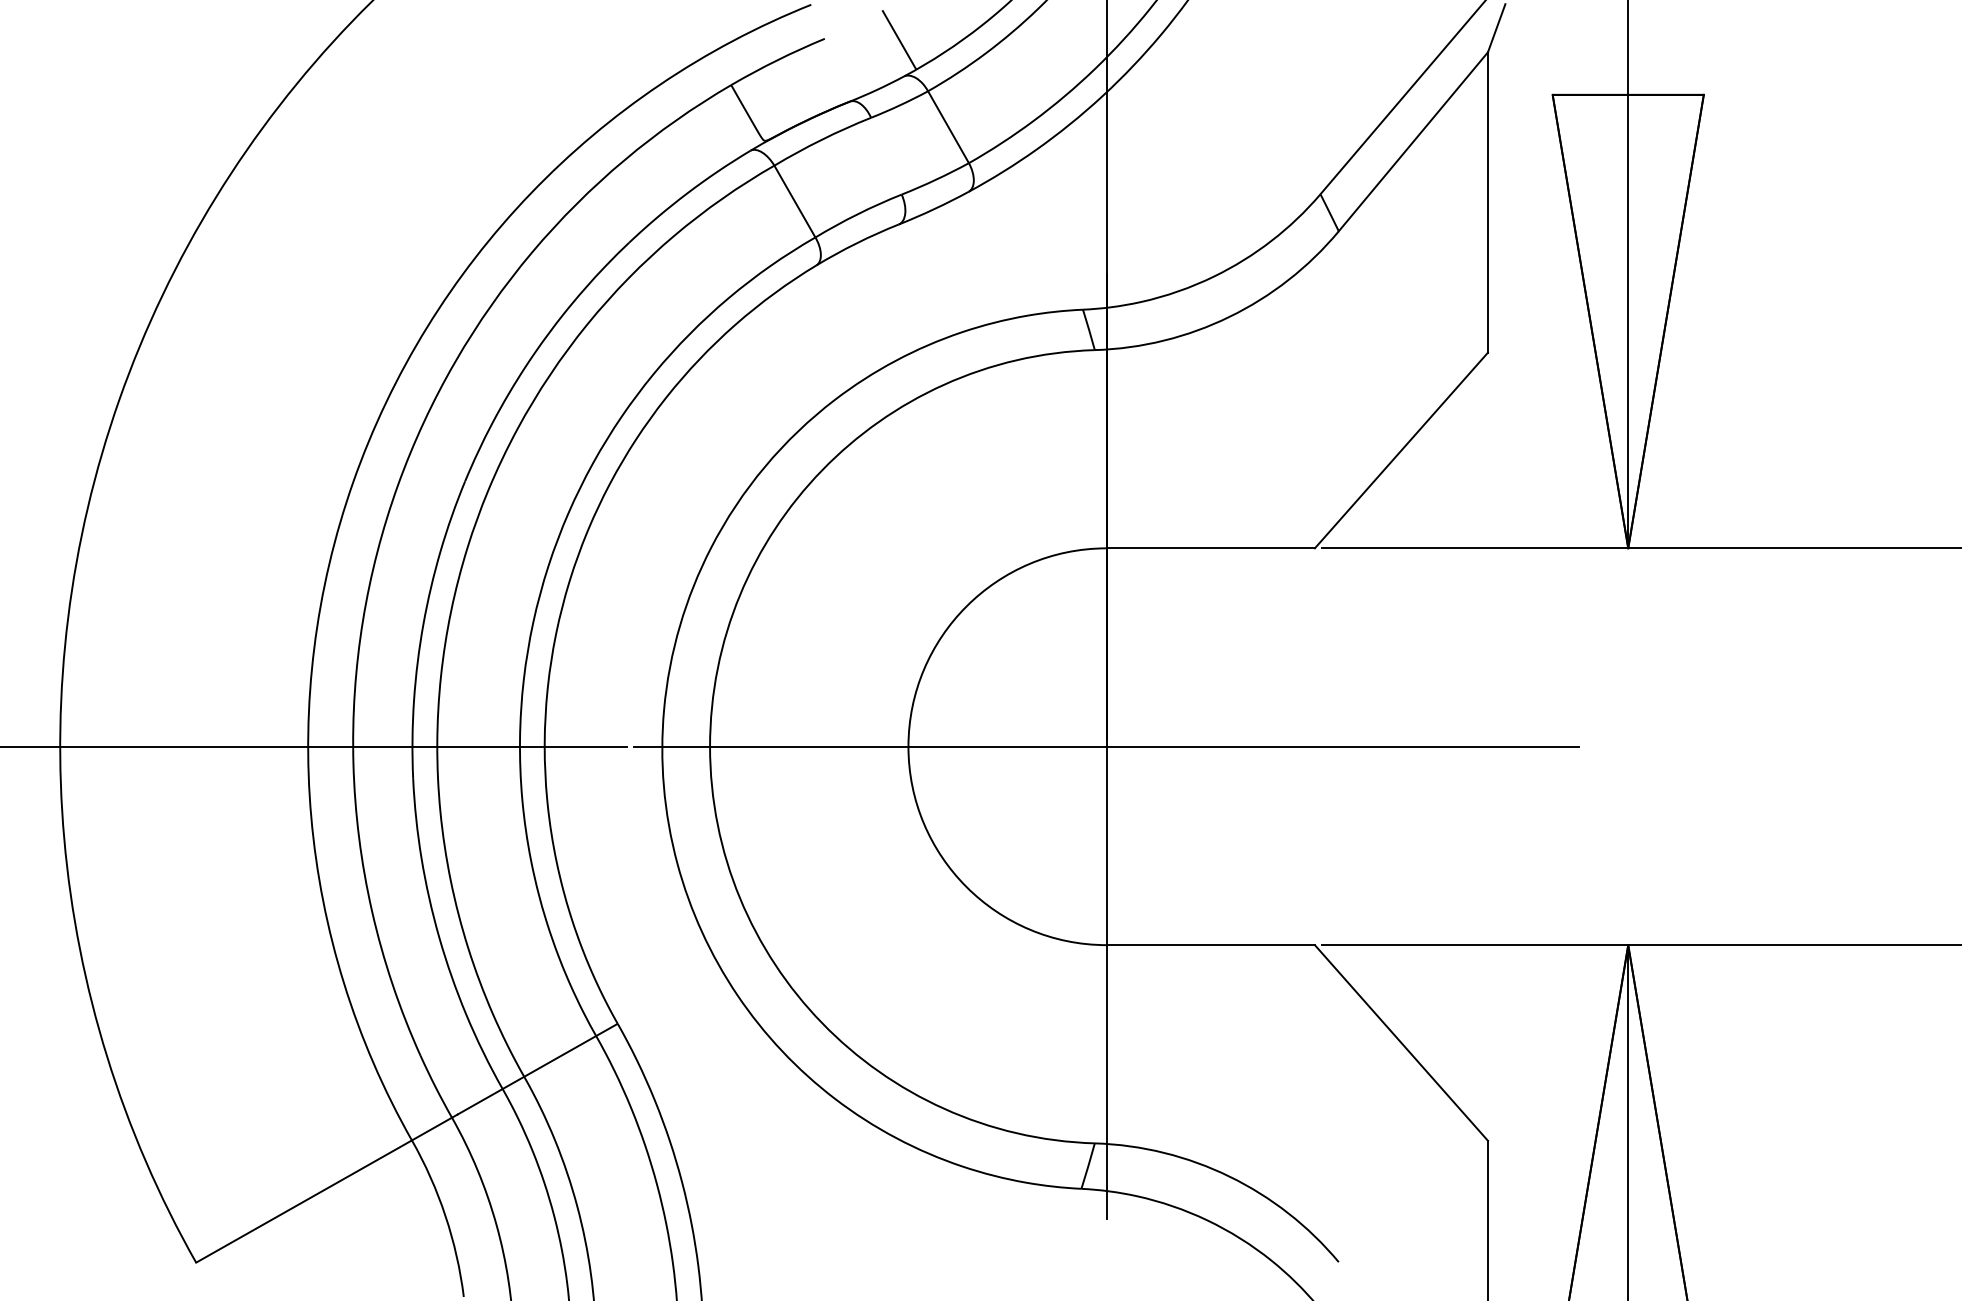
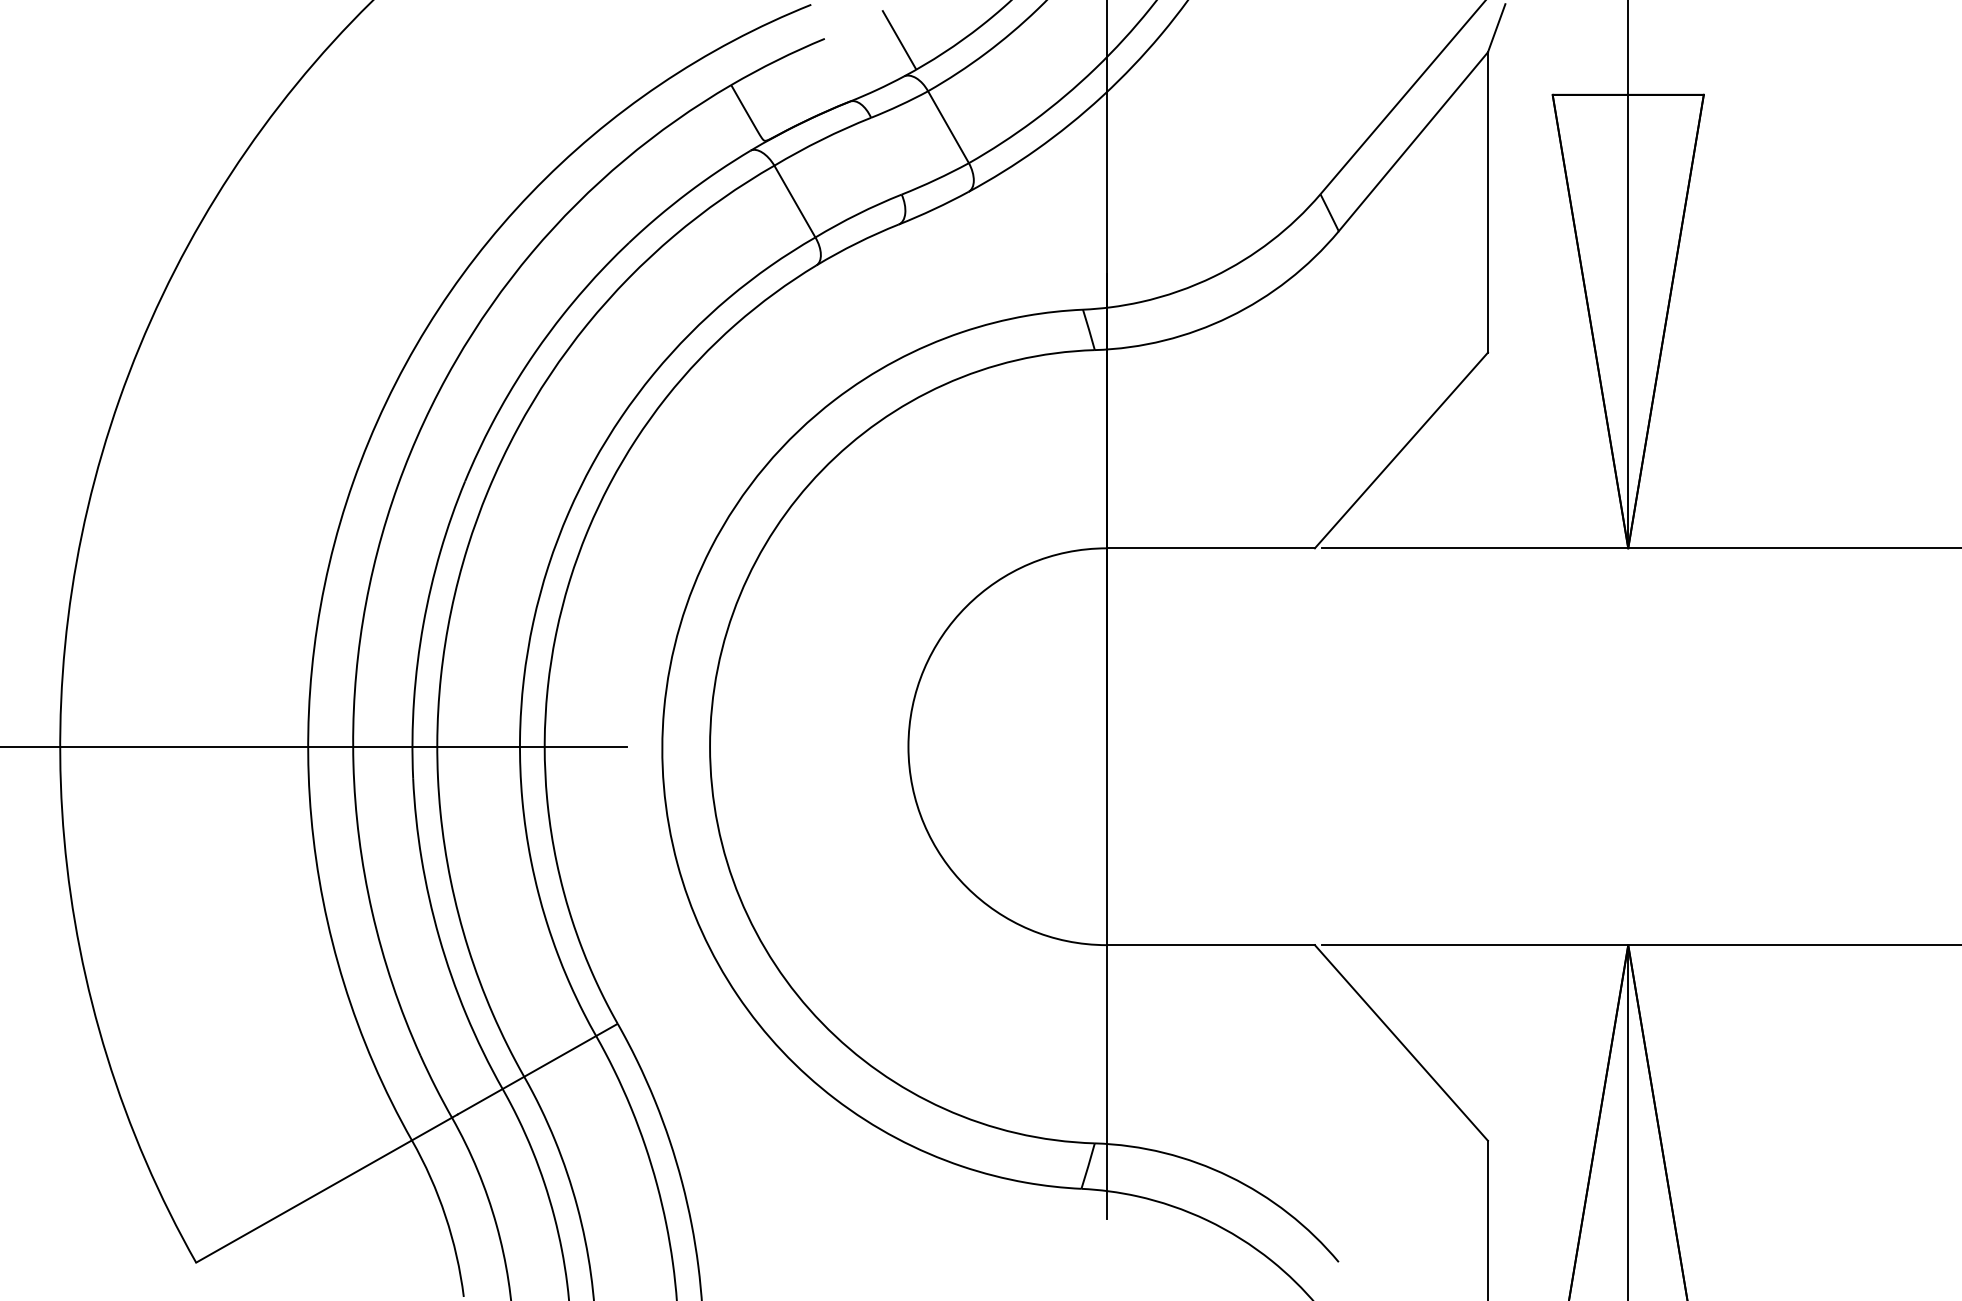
line at (1106, 746): present -> none
